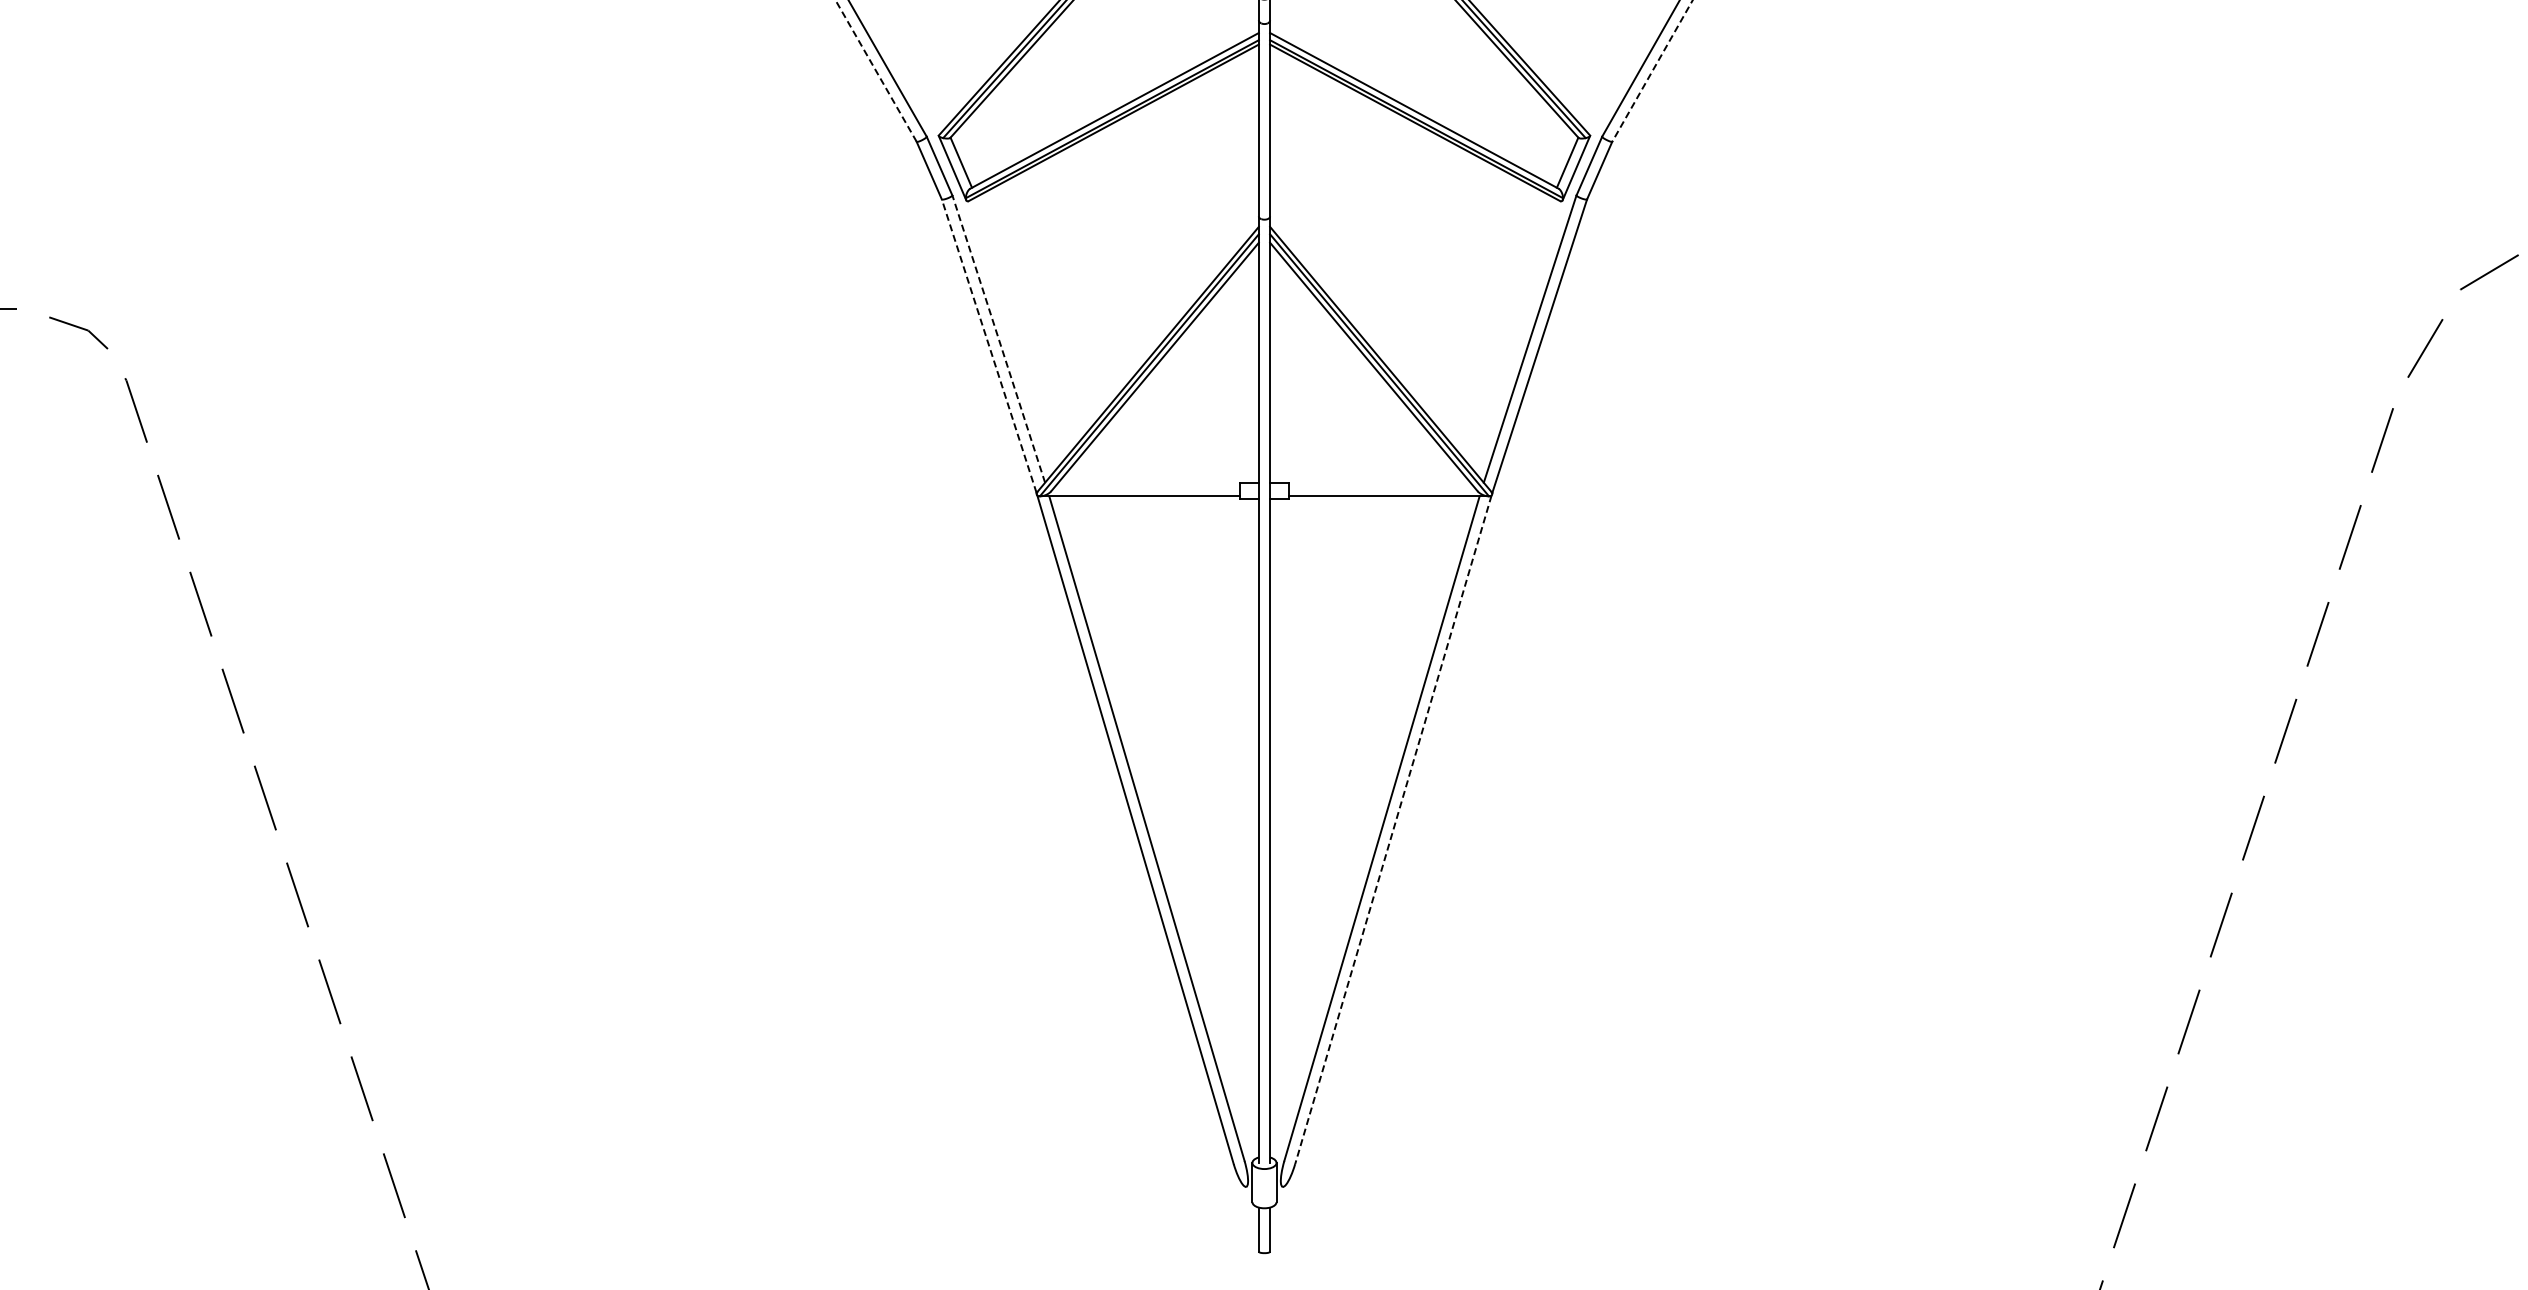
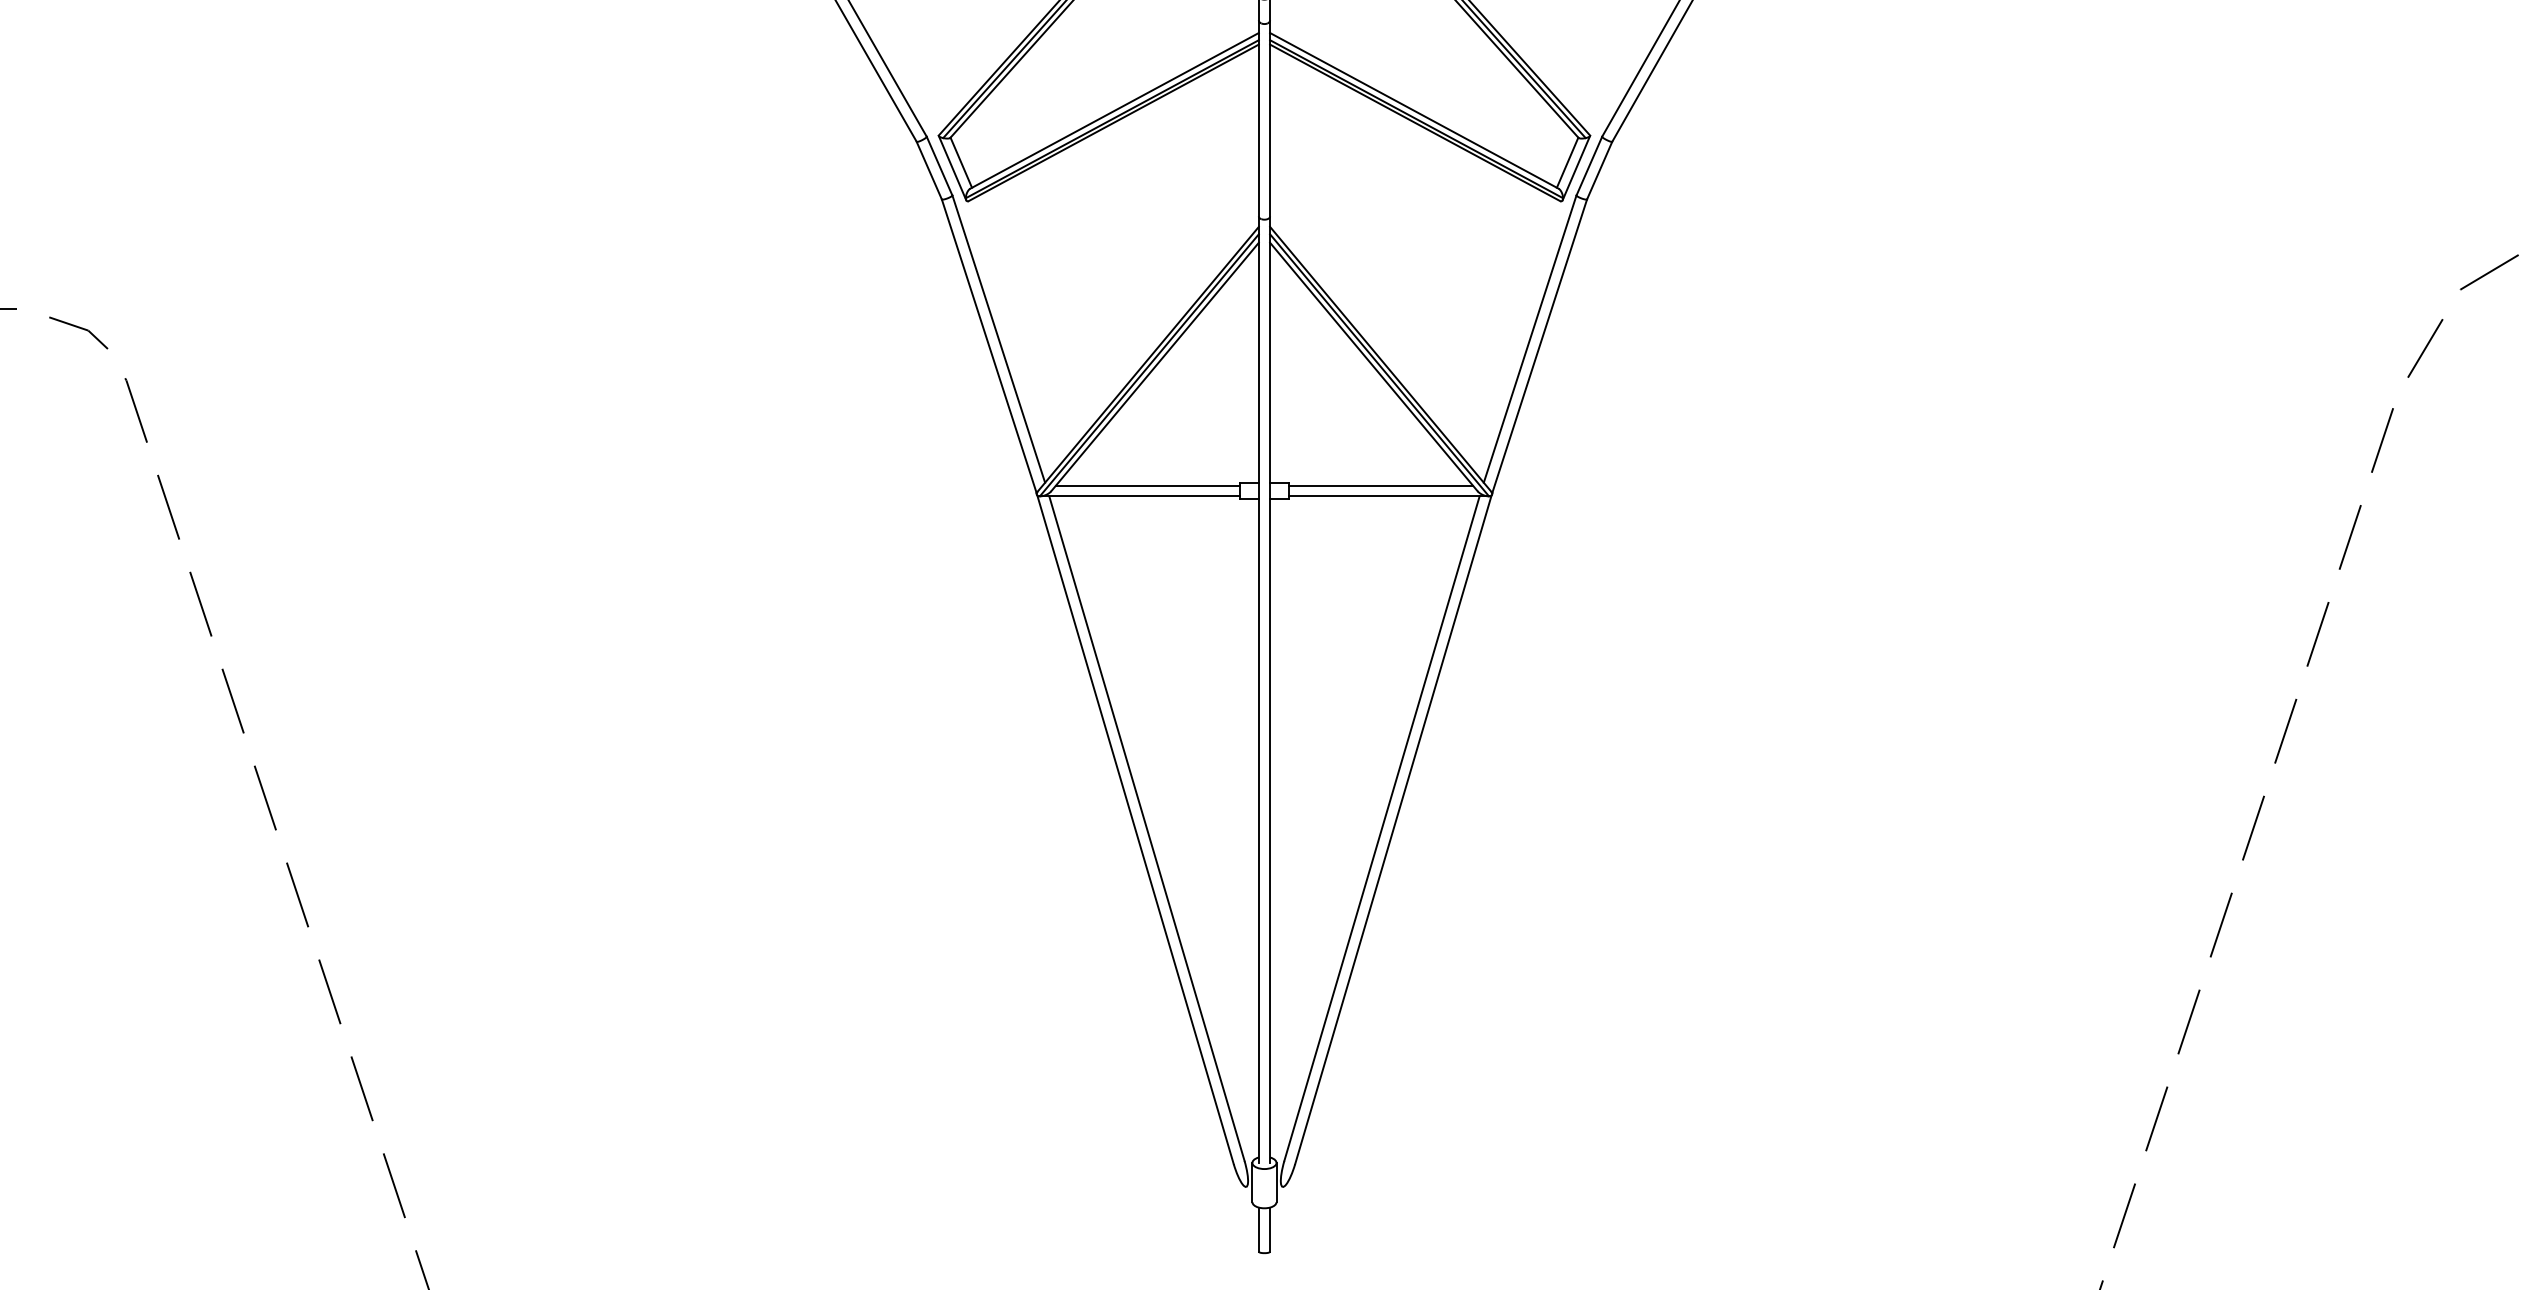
line at (876, 70): dashed -> solid
line at (1652, 71): dashed -> solid
line at (998, 339): dashed -> solid
line at (989, 345): dashed -> solid
line at (1147, 486): none -> present
line at (1380, 486): none -> present
line at (1393, 830): dashed -> solid
